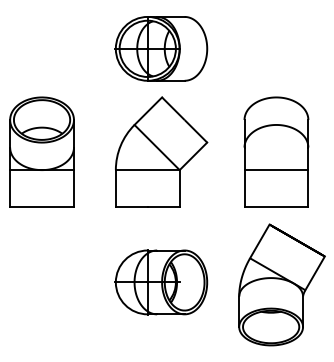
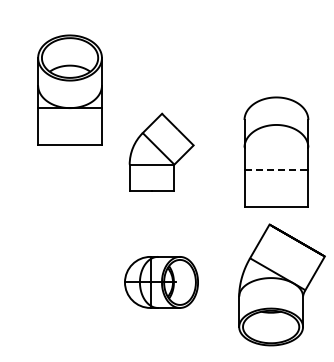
part at (161, 48): present -> none
part at (41, 151) position: (41, 151) -> (69, 89)
part at (161, 151) size: 94x112 px -> 67x80 px
line at (276, 170): solid -> dashed
part at (161, 282) size: 95x67 px -> 75x53 px
